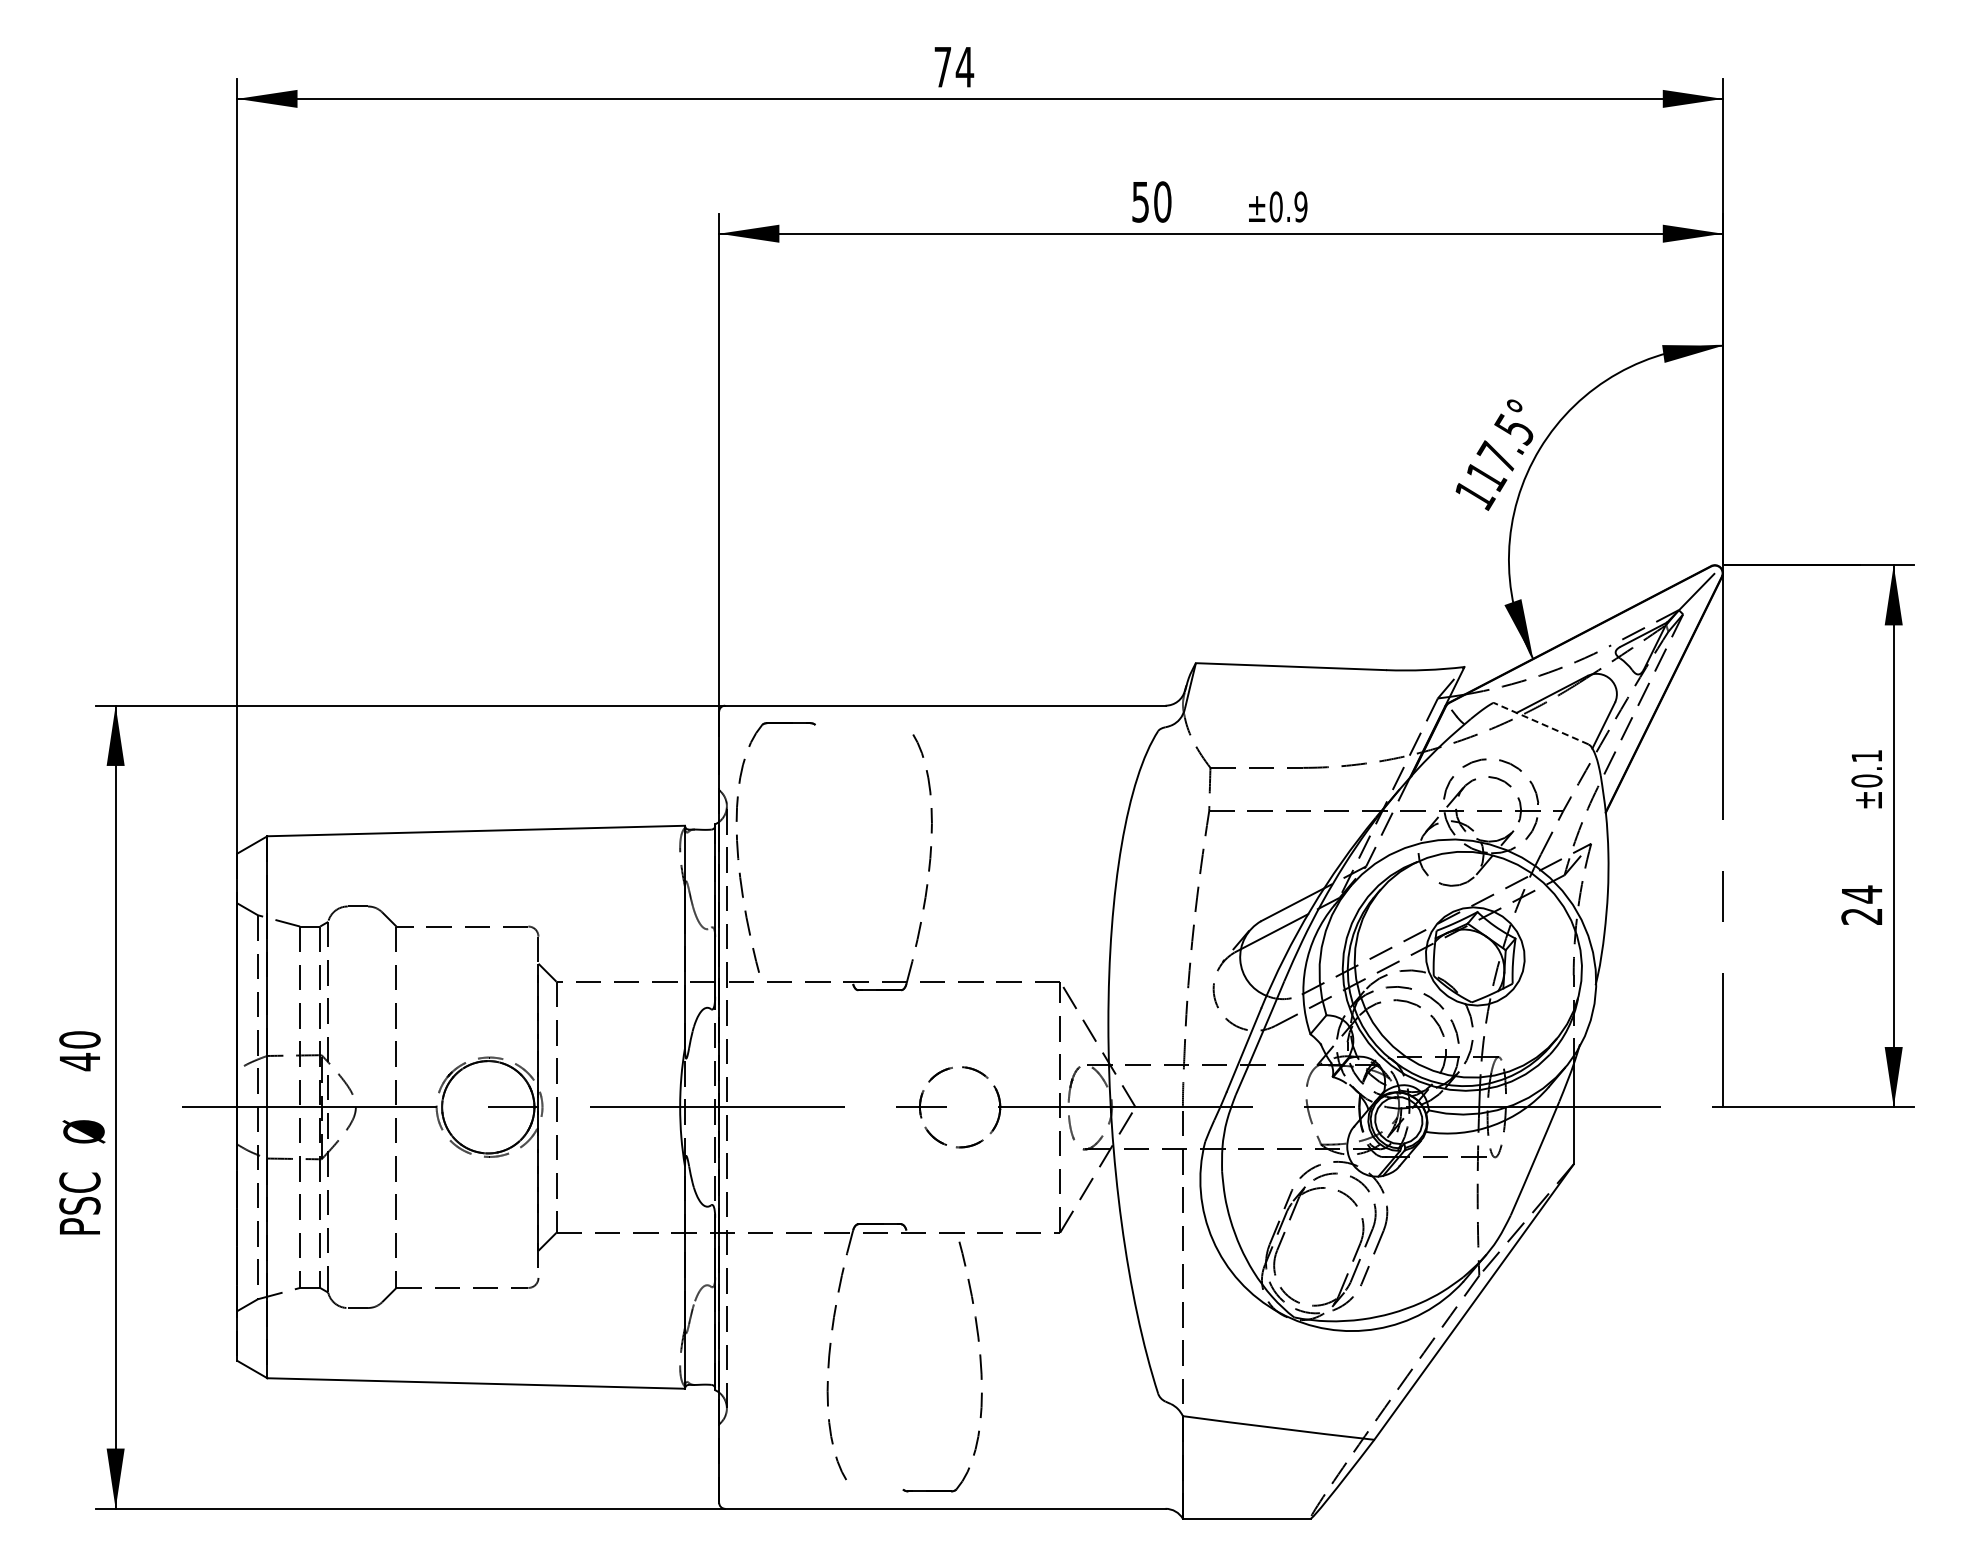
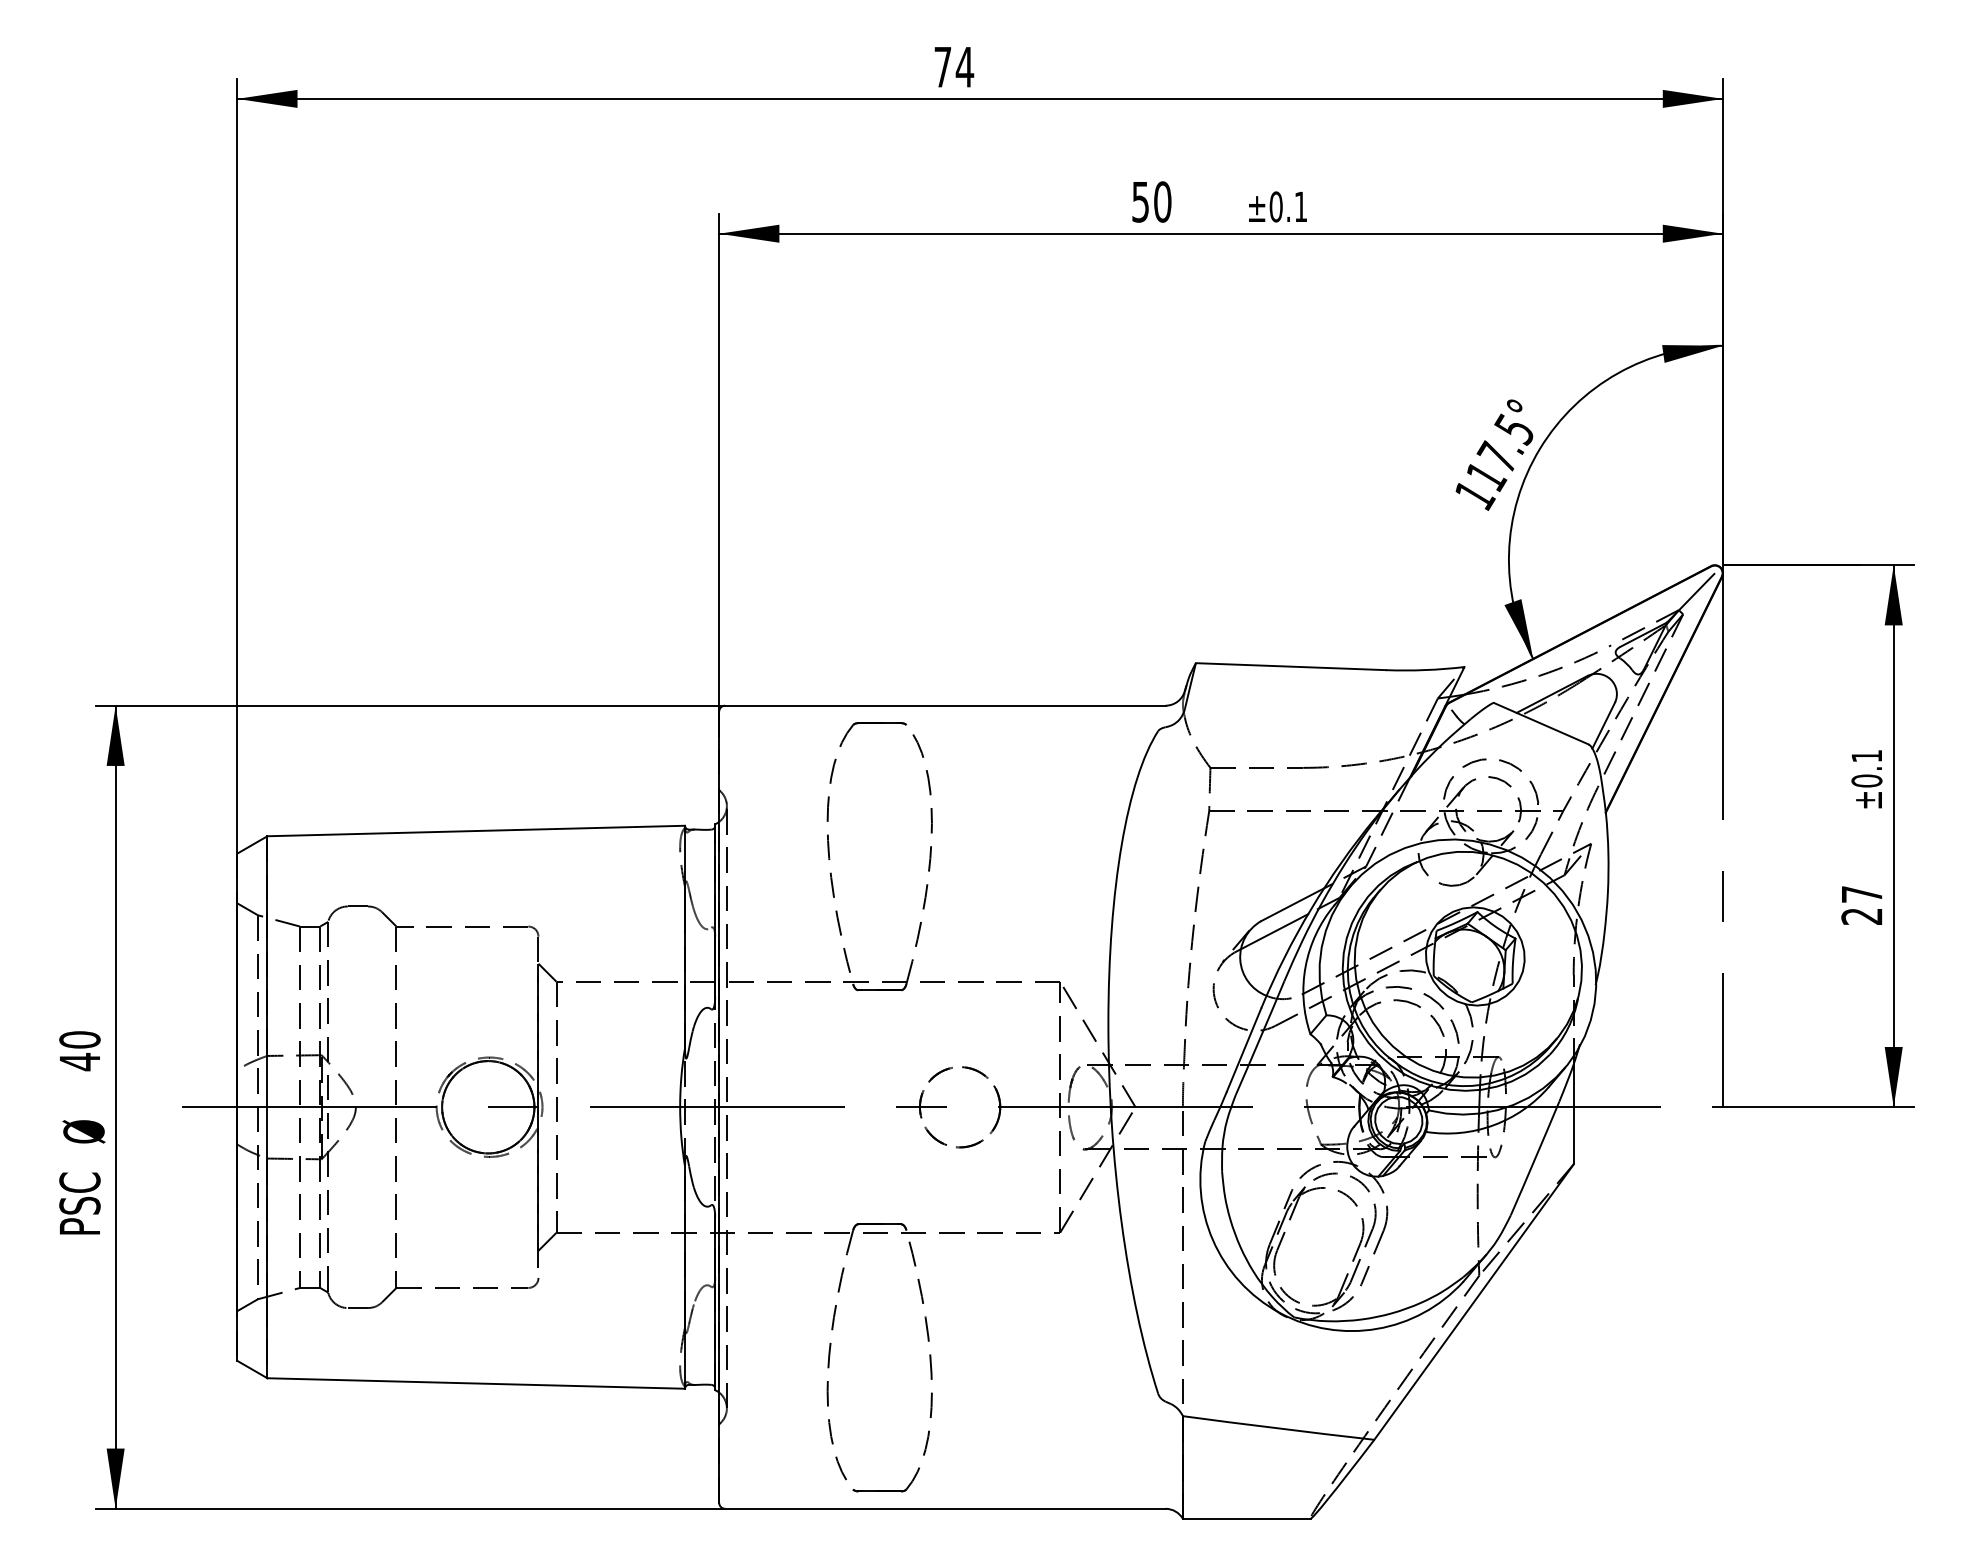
text at (1300, 206): ±0.9 -> ±0.1
line at (1541, 723): dashed -> solid
part at (738, 847) position: (738, 847) -> (829, 847)
text at (1862, 894): 24 -> 27
part at (979, 1362) position: (979, 1362) -> (929, 1362)
